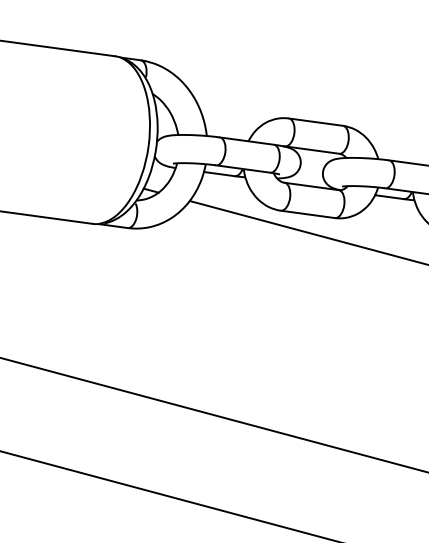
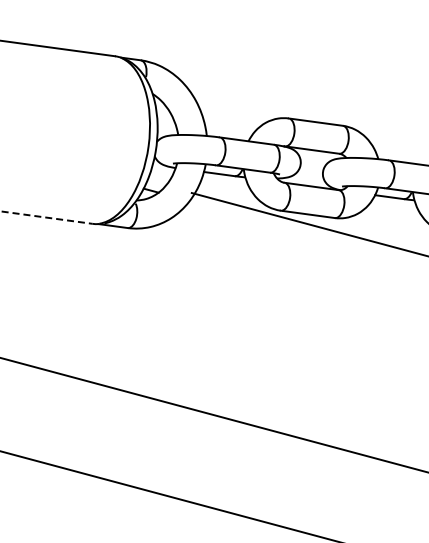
line at (46, 217): solid -> dashed
line at (307, 232) position: (307, 232) -> (308, 224)
